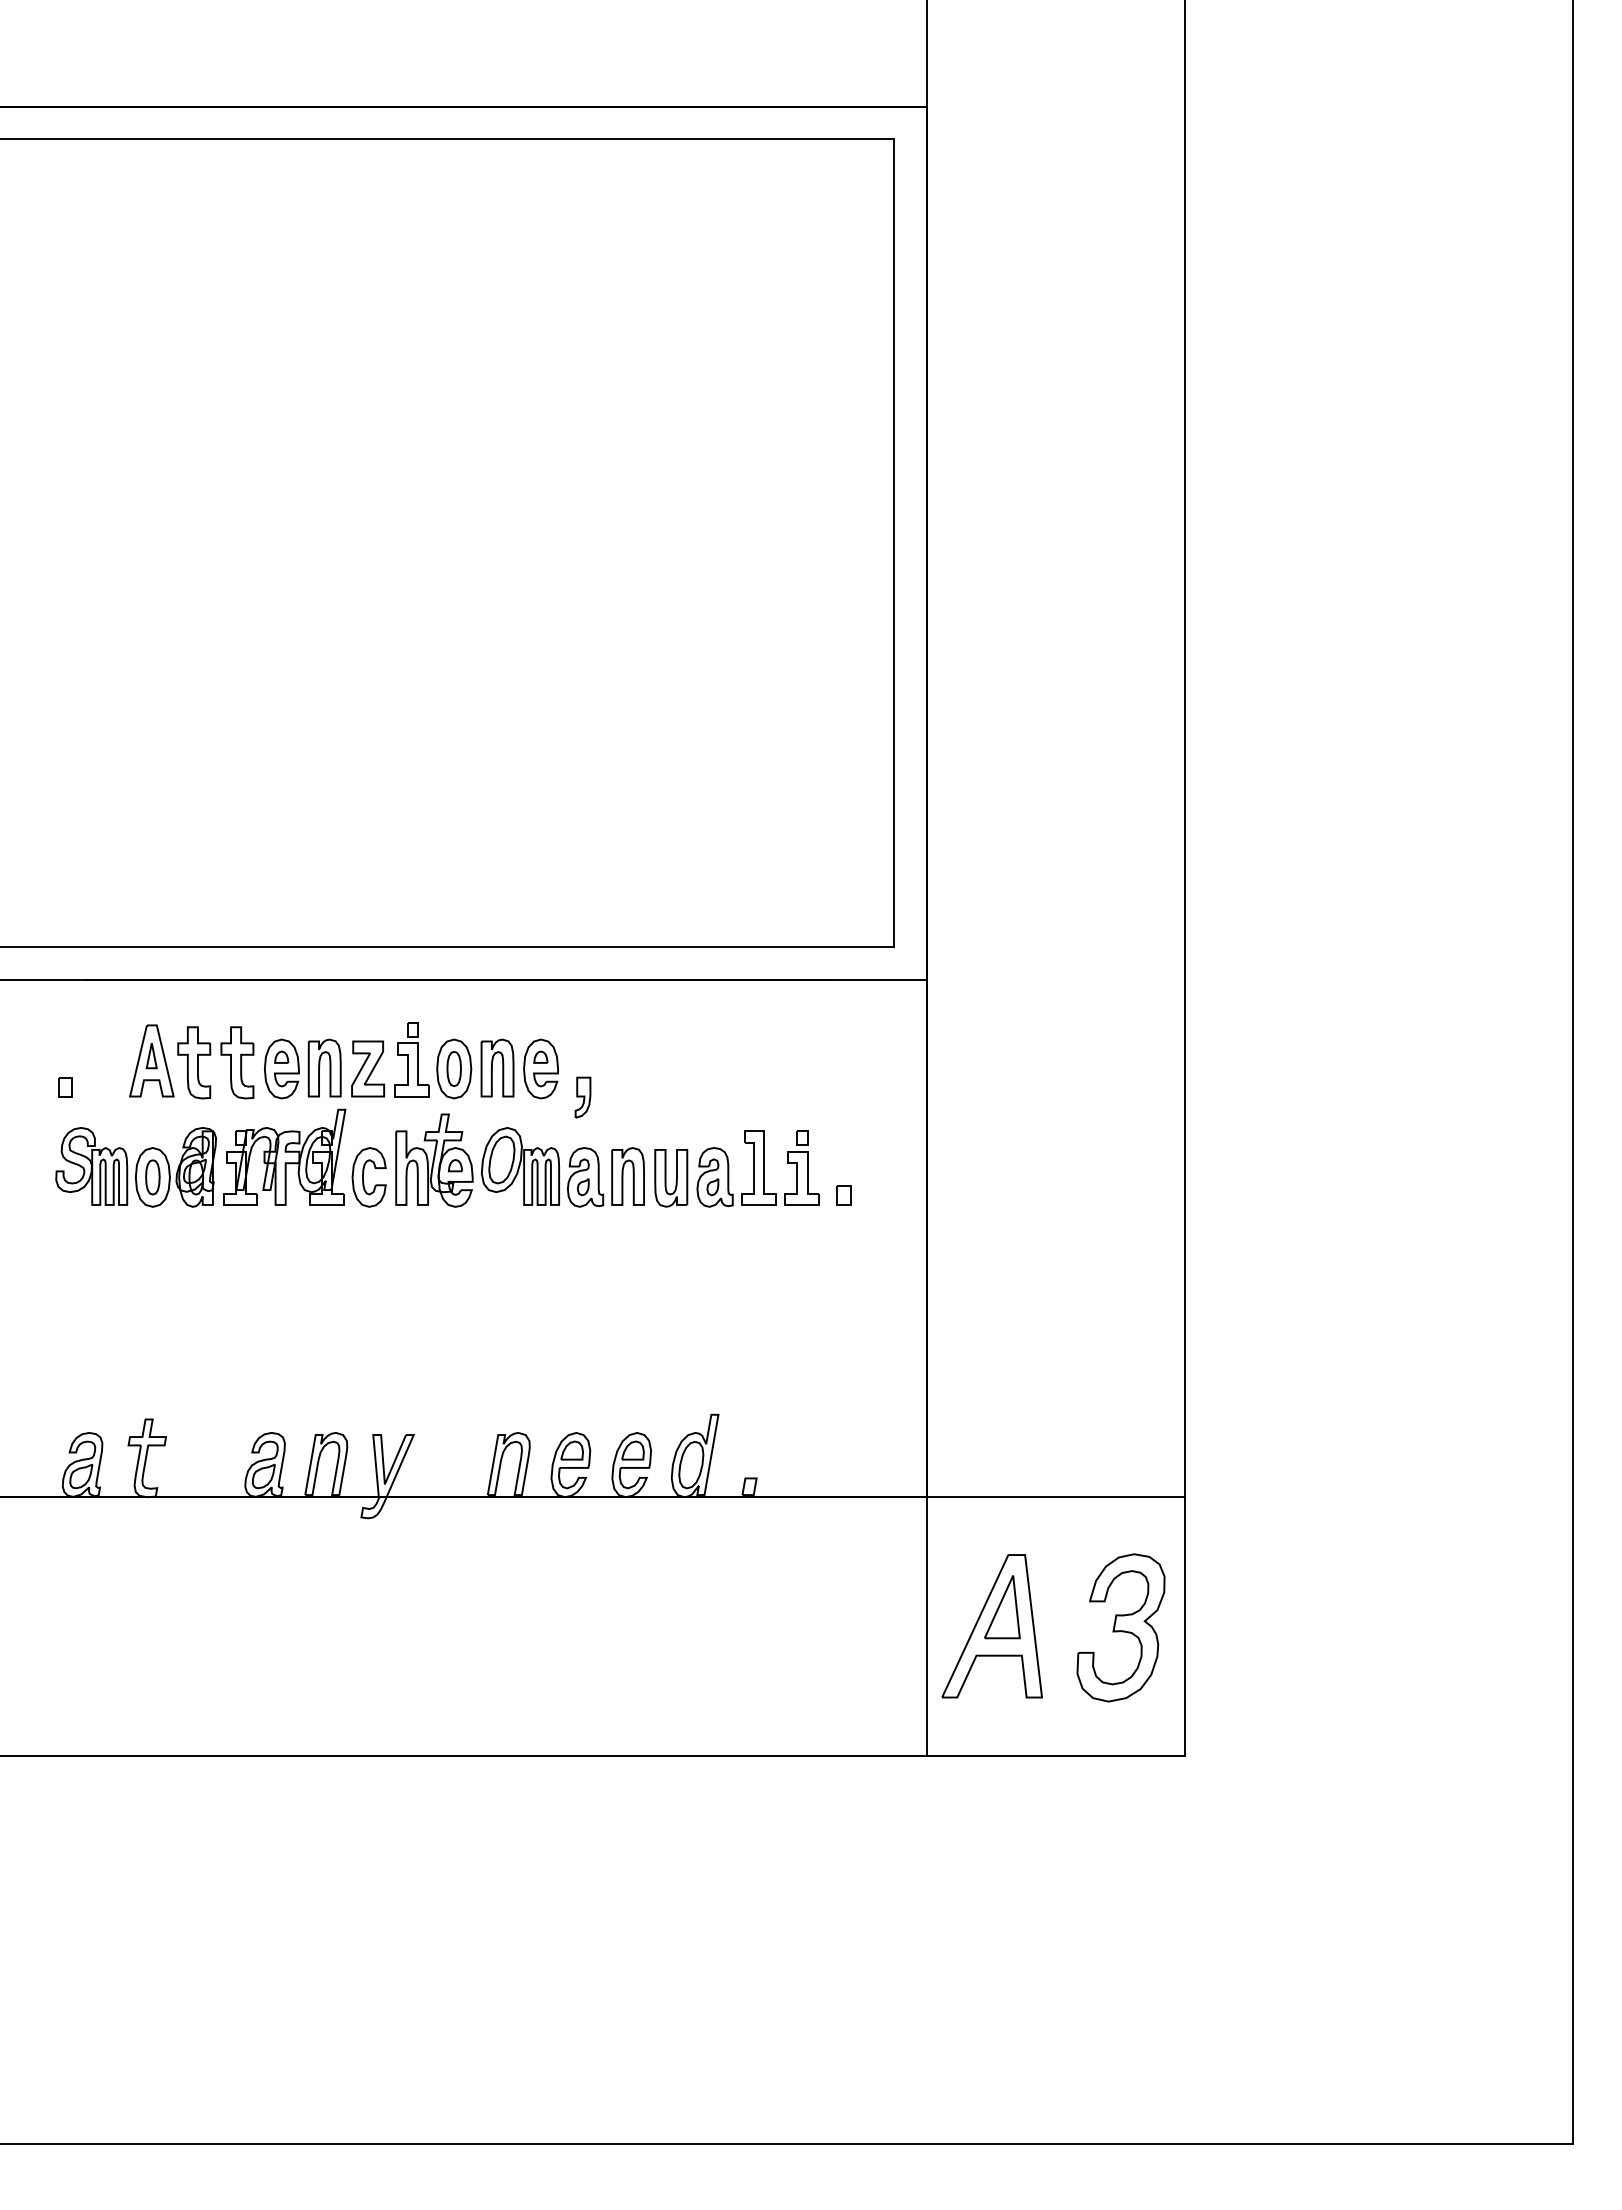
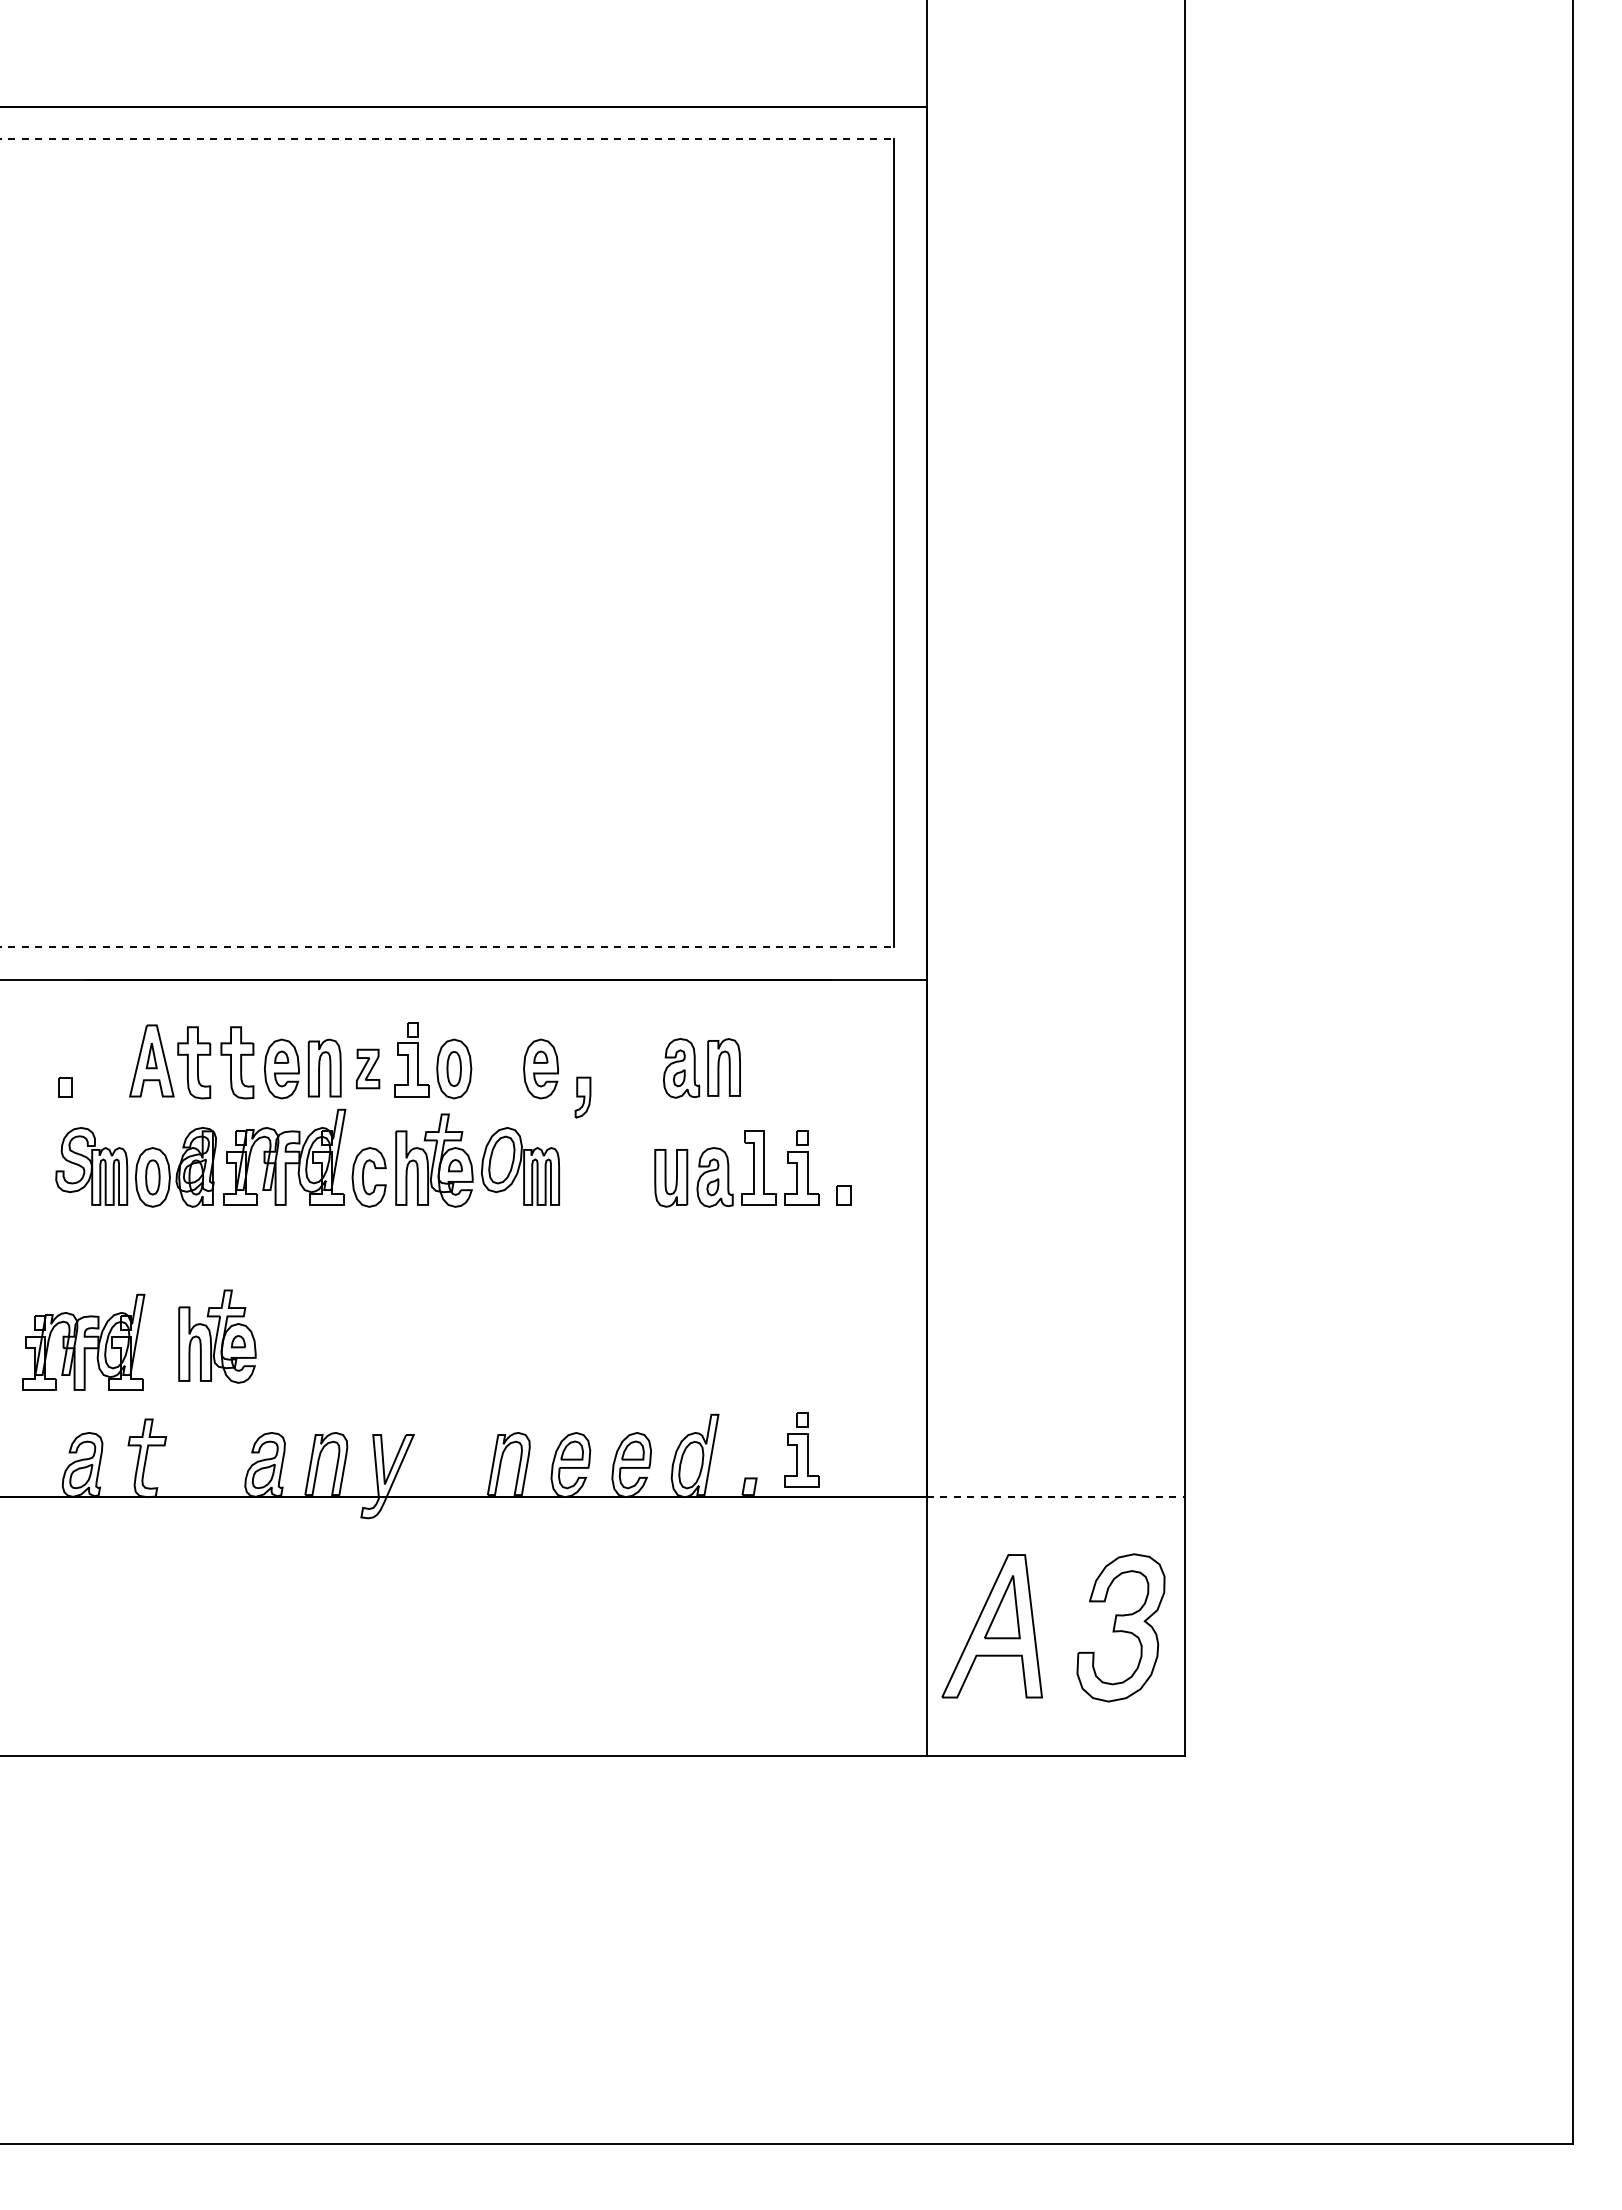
line at (447, 139): solid -> dashed
line at (447, 947): solid -> dashed
part at (497, 1067): present -> none
part at (367, 1068) size: 34x58 px -> 25x42 px
part at (605, 1177) position: (605, 1177) -> (701, 1068)
part at (217, 1336): none -> present
part at (83, 1341): none -> present
part at (801, 1449): none -> present
line at (1056, 1497): solid -> dashed
